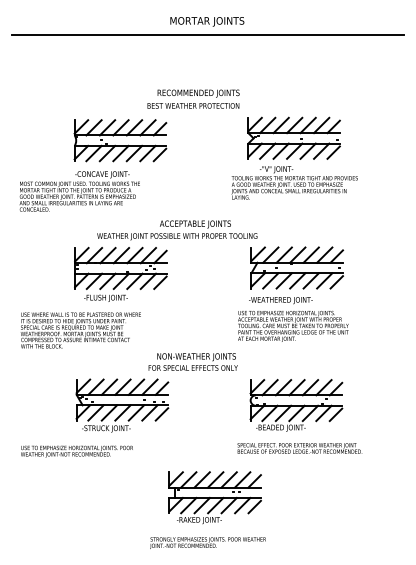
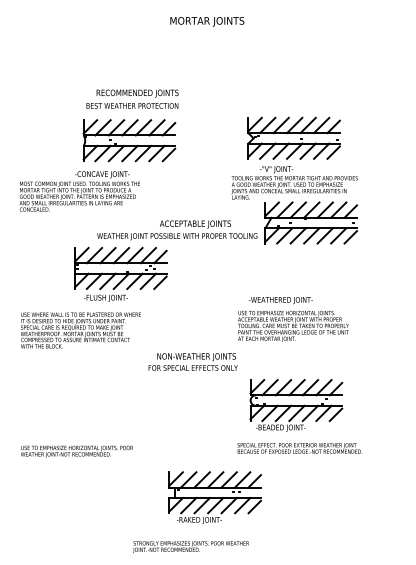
line at (207, 35): present -> none
text at (193, 98) position: (193, 98) -> (132, 98)
part at (120, 140) position: (120, 140) -> (129, 140)
part at (297, 267) position: (297, 267) -> (311, 222)
part at (122, 405): present -> none
text at (207, 542) position: (207, 542) -> (190, 546)
